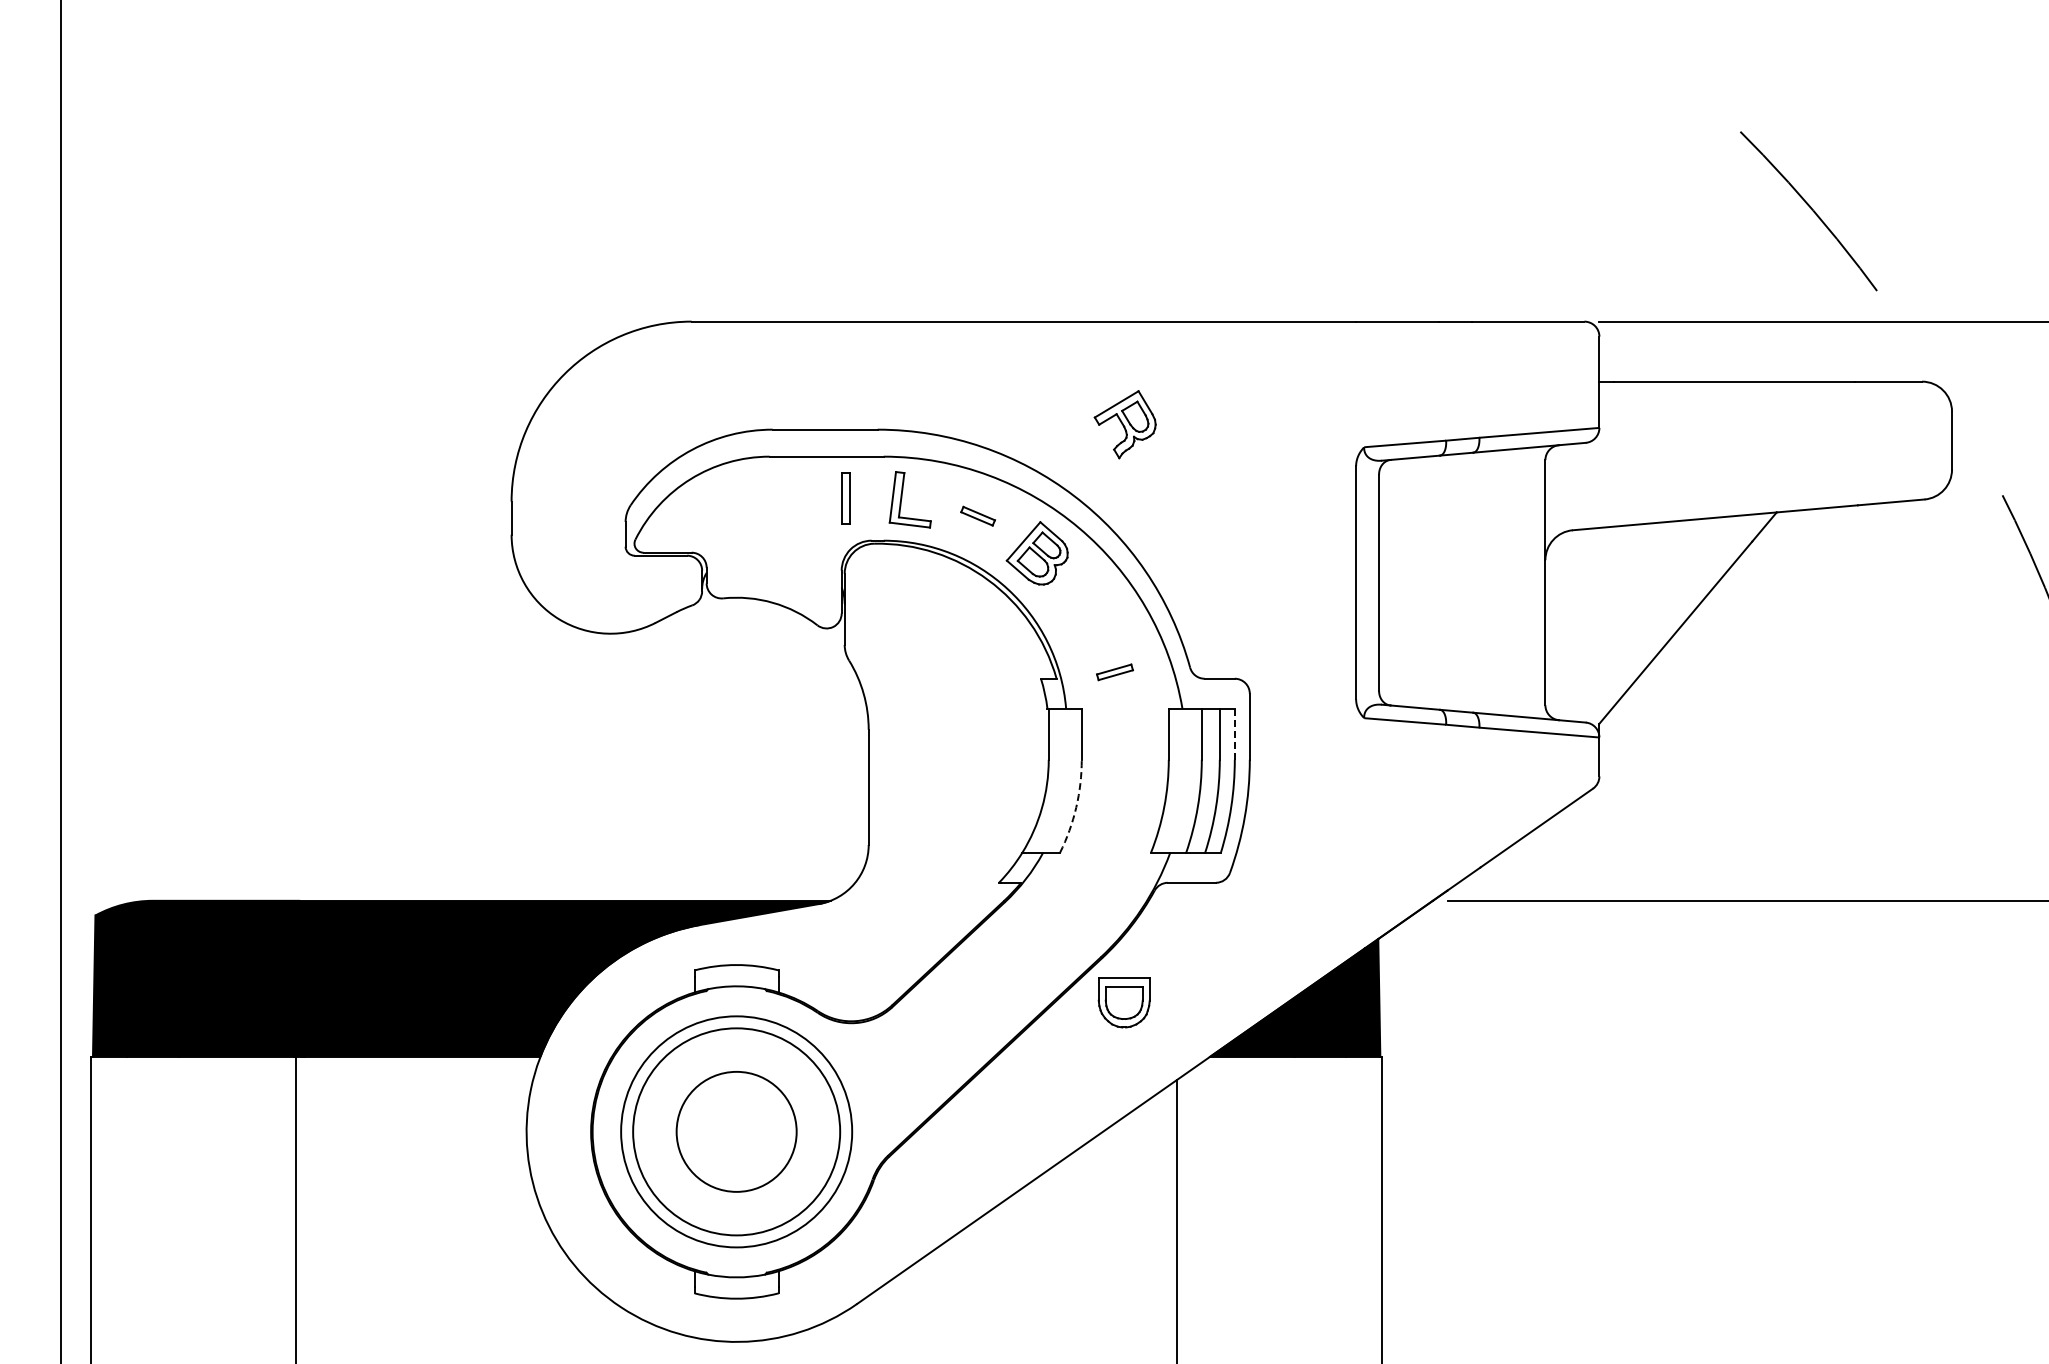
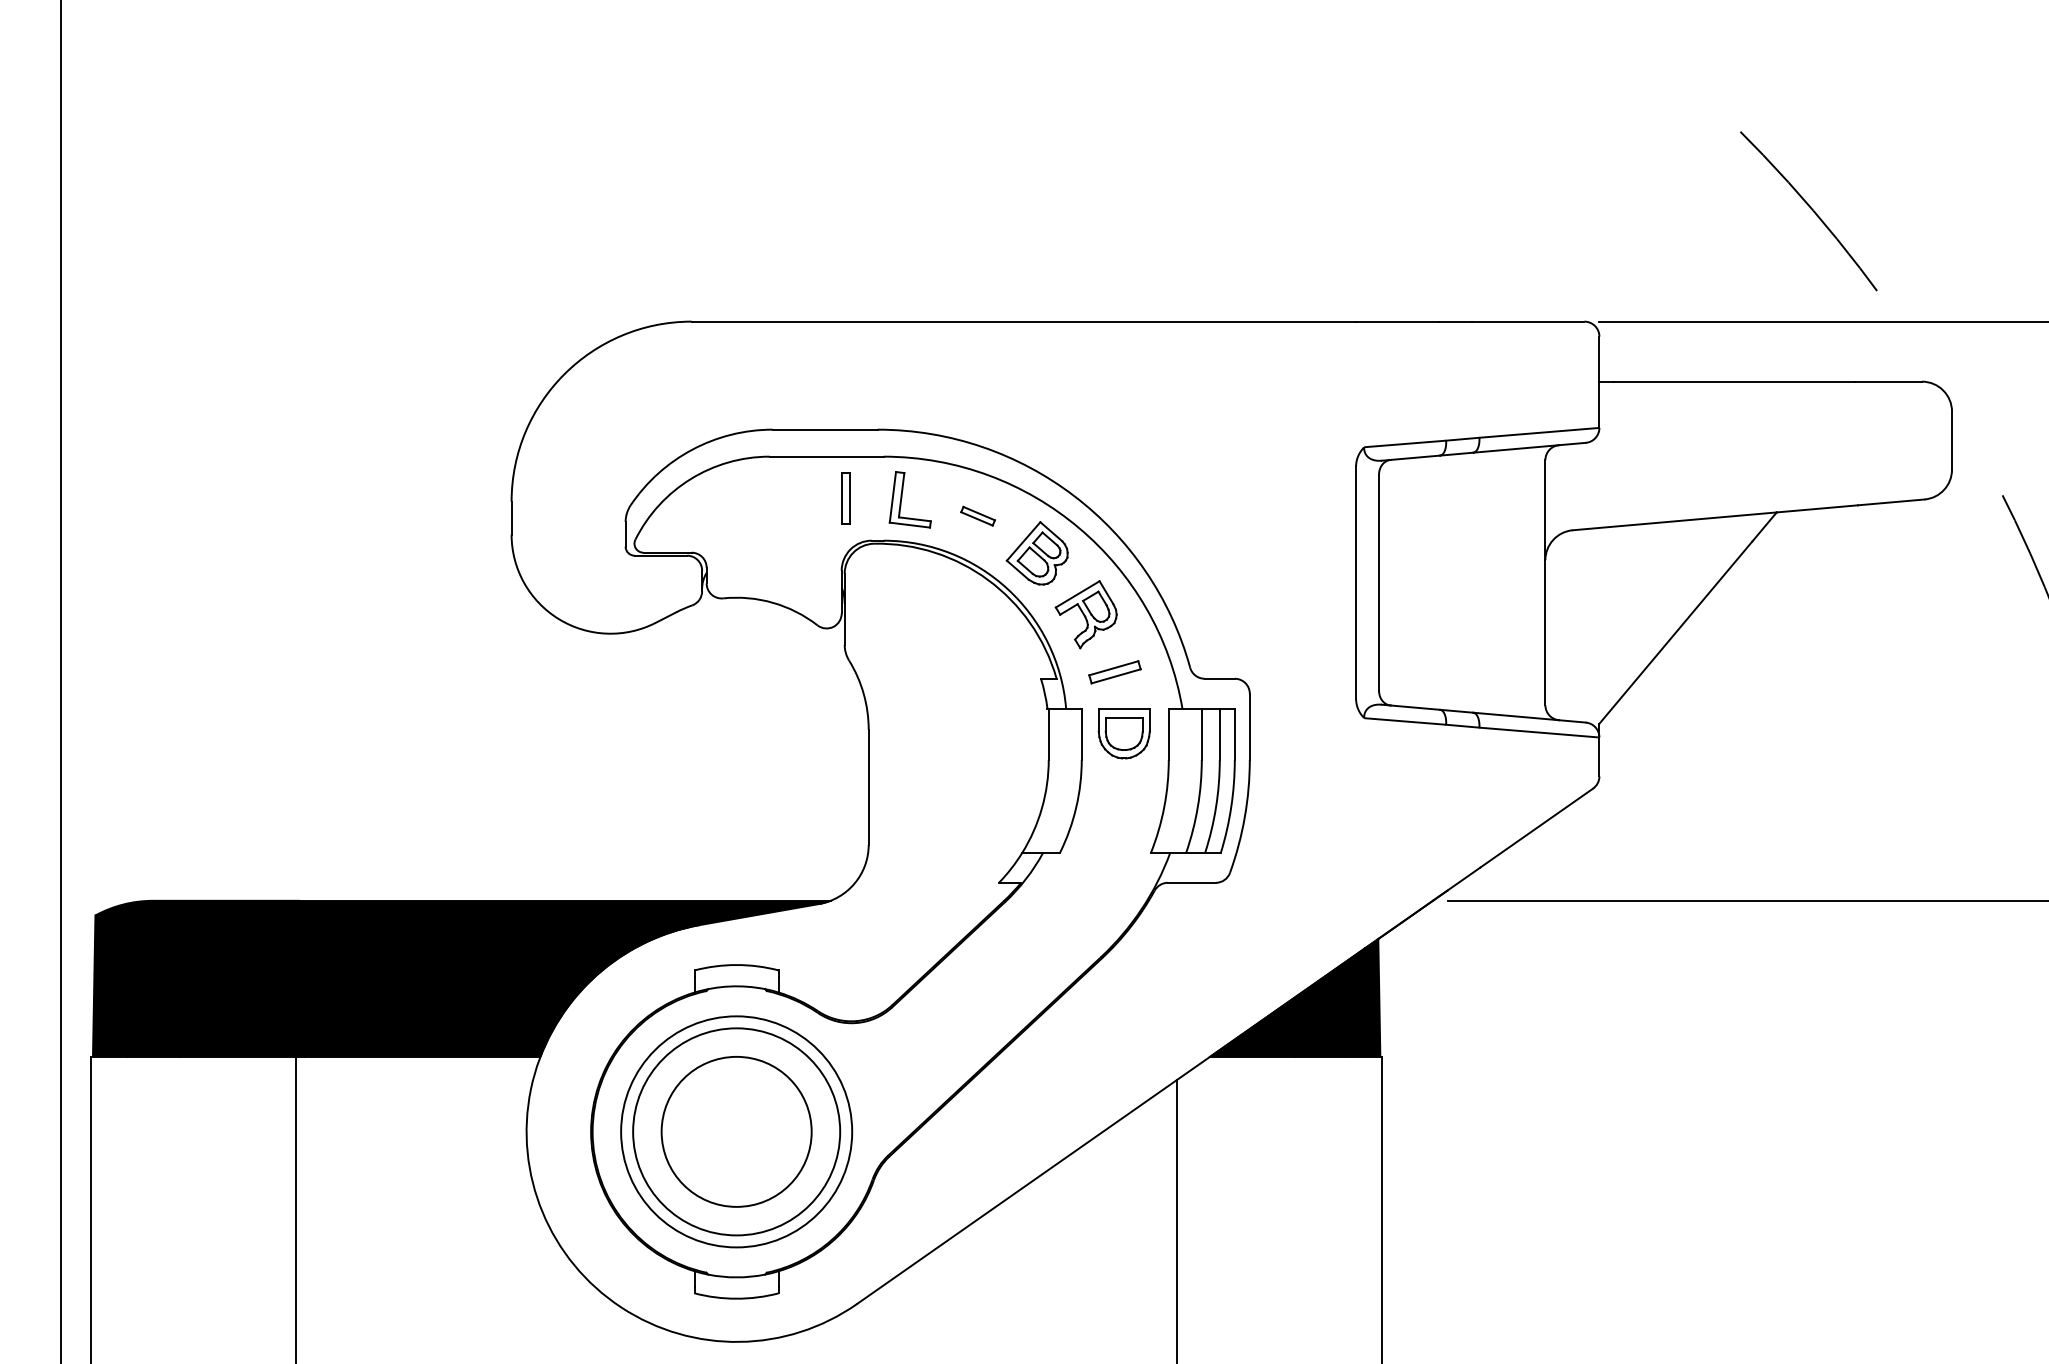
part at (1124, 424) position: (1124, 424) -> (1085, 614)
part at (1114, 672) size: 38x19 px -> 54x25 px
line at (1234, 734): dashed -> solid
arc at (1076, 807): dashed -> solid
part at (1123, 1002) position: (1123, 1002) -> (1123, 733)
circle at (736, 1131) diameter: 120 px -> 150 px
